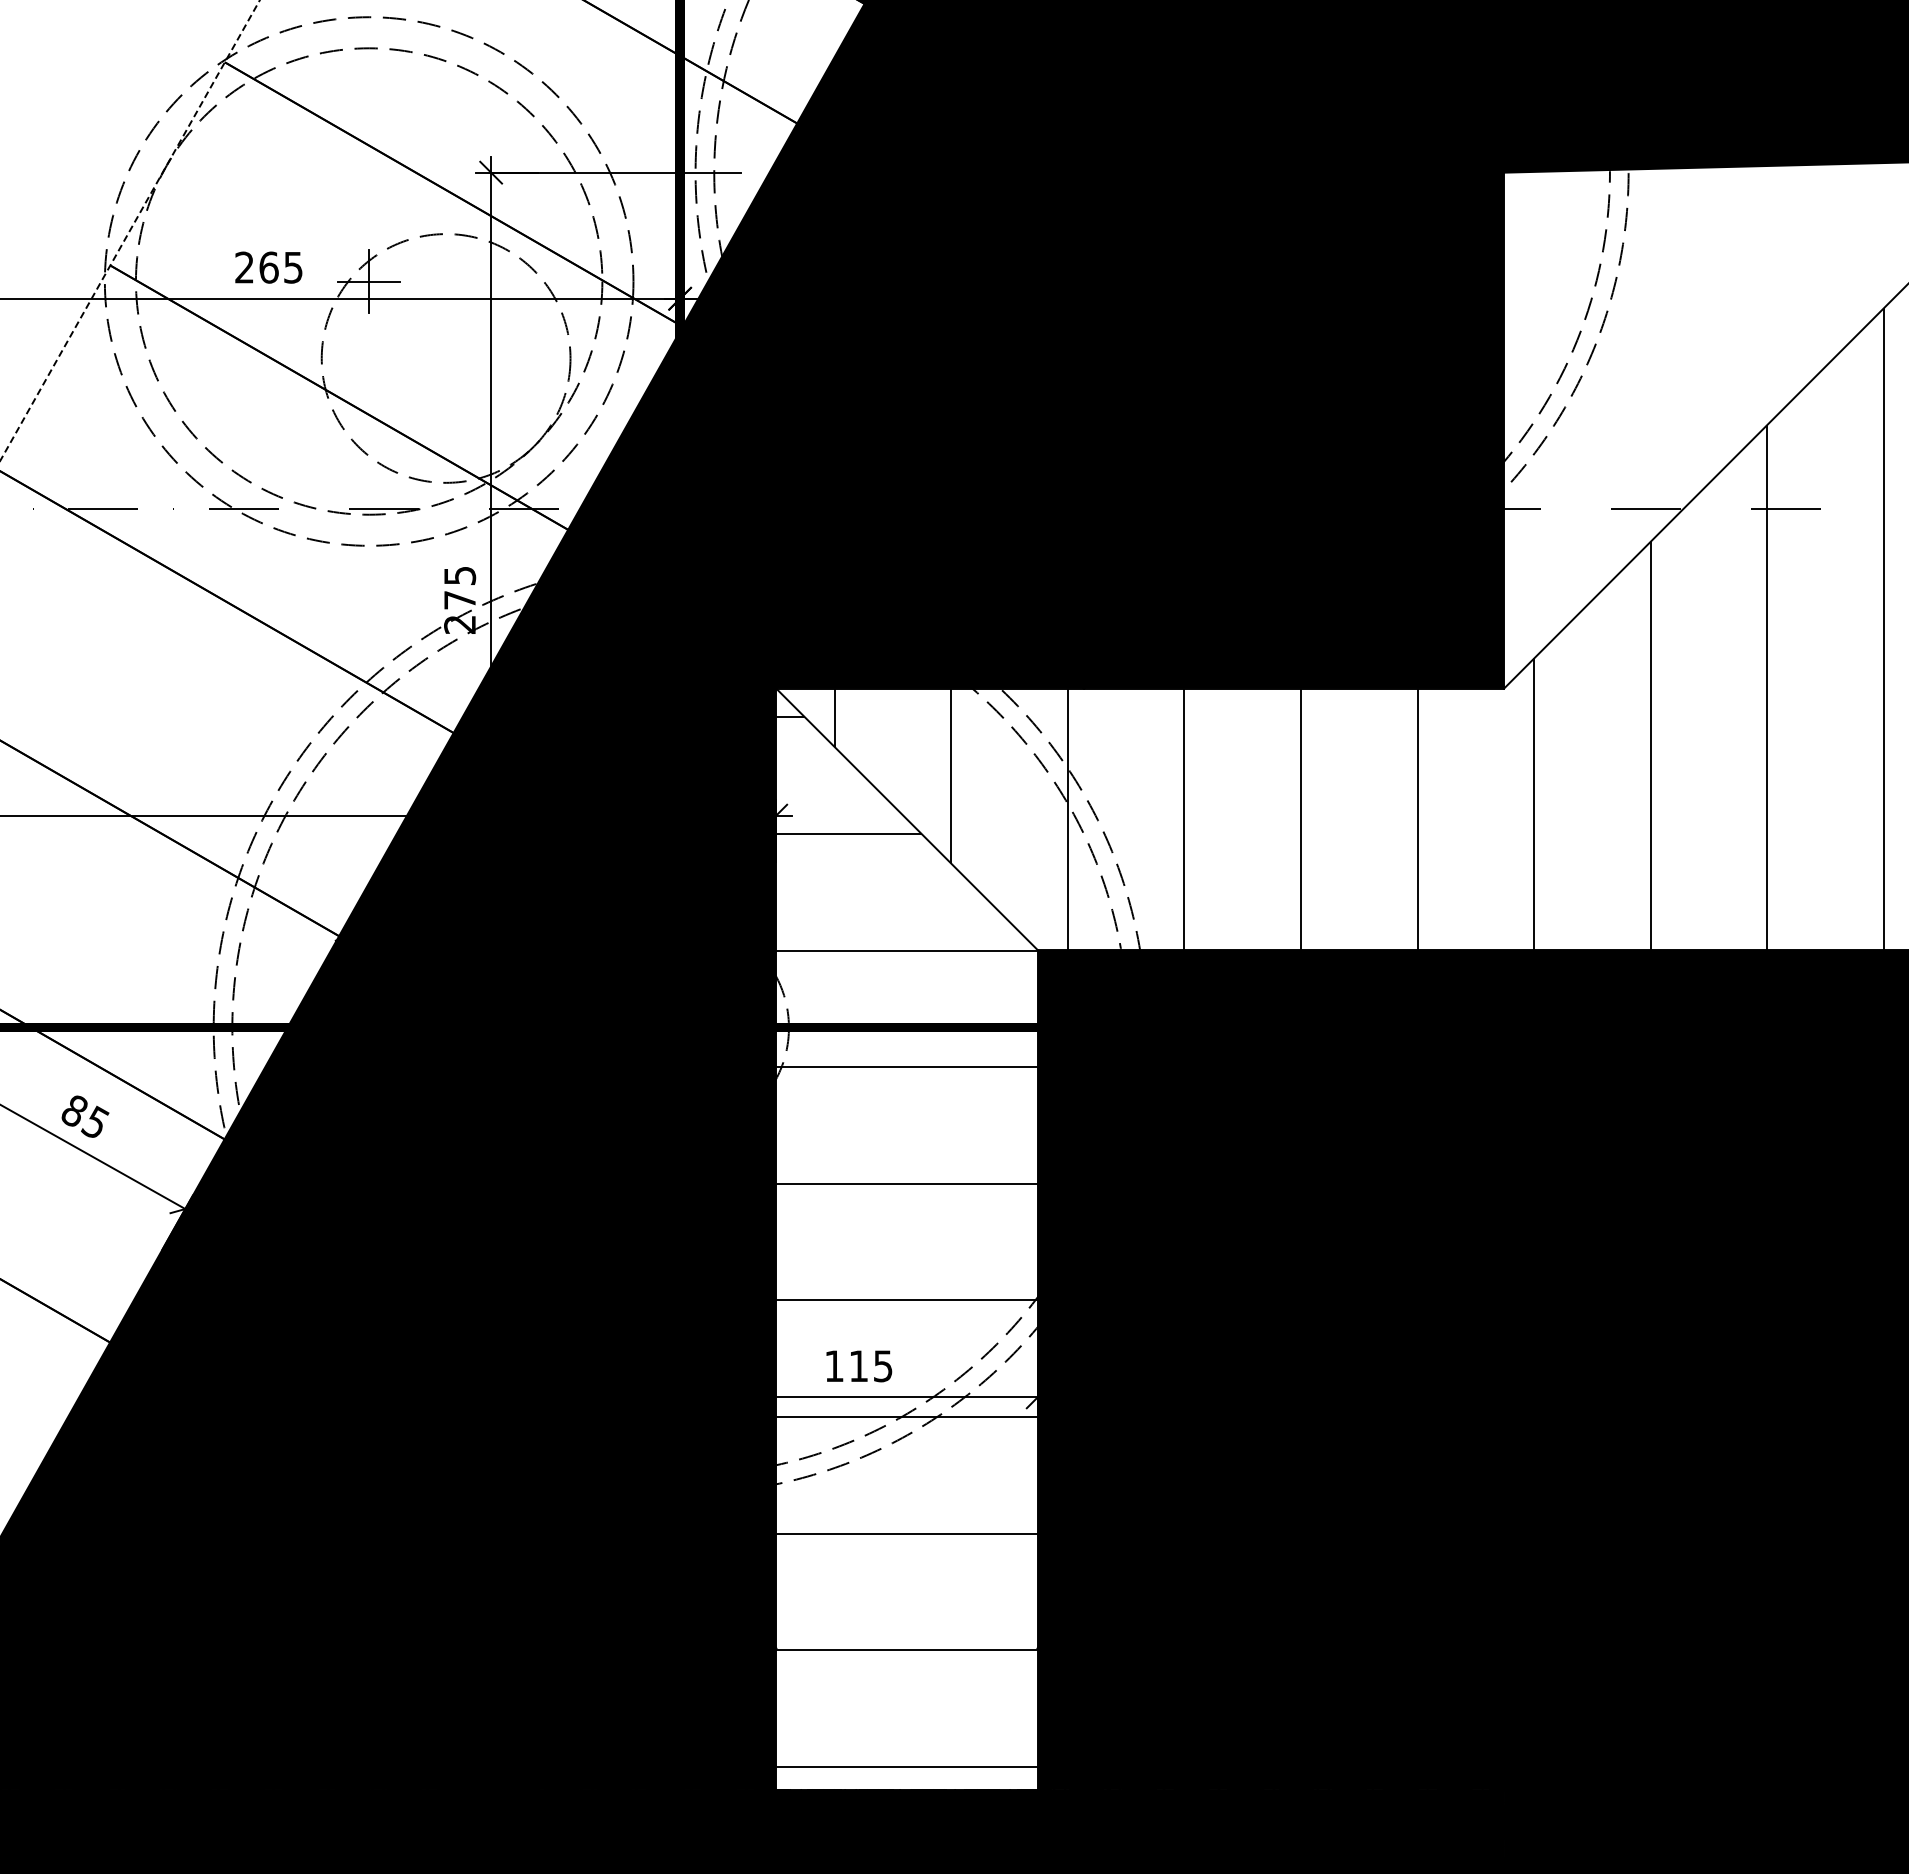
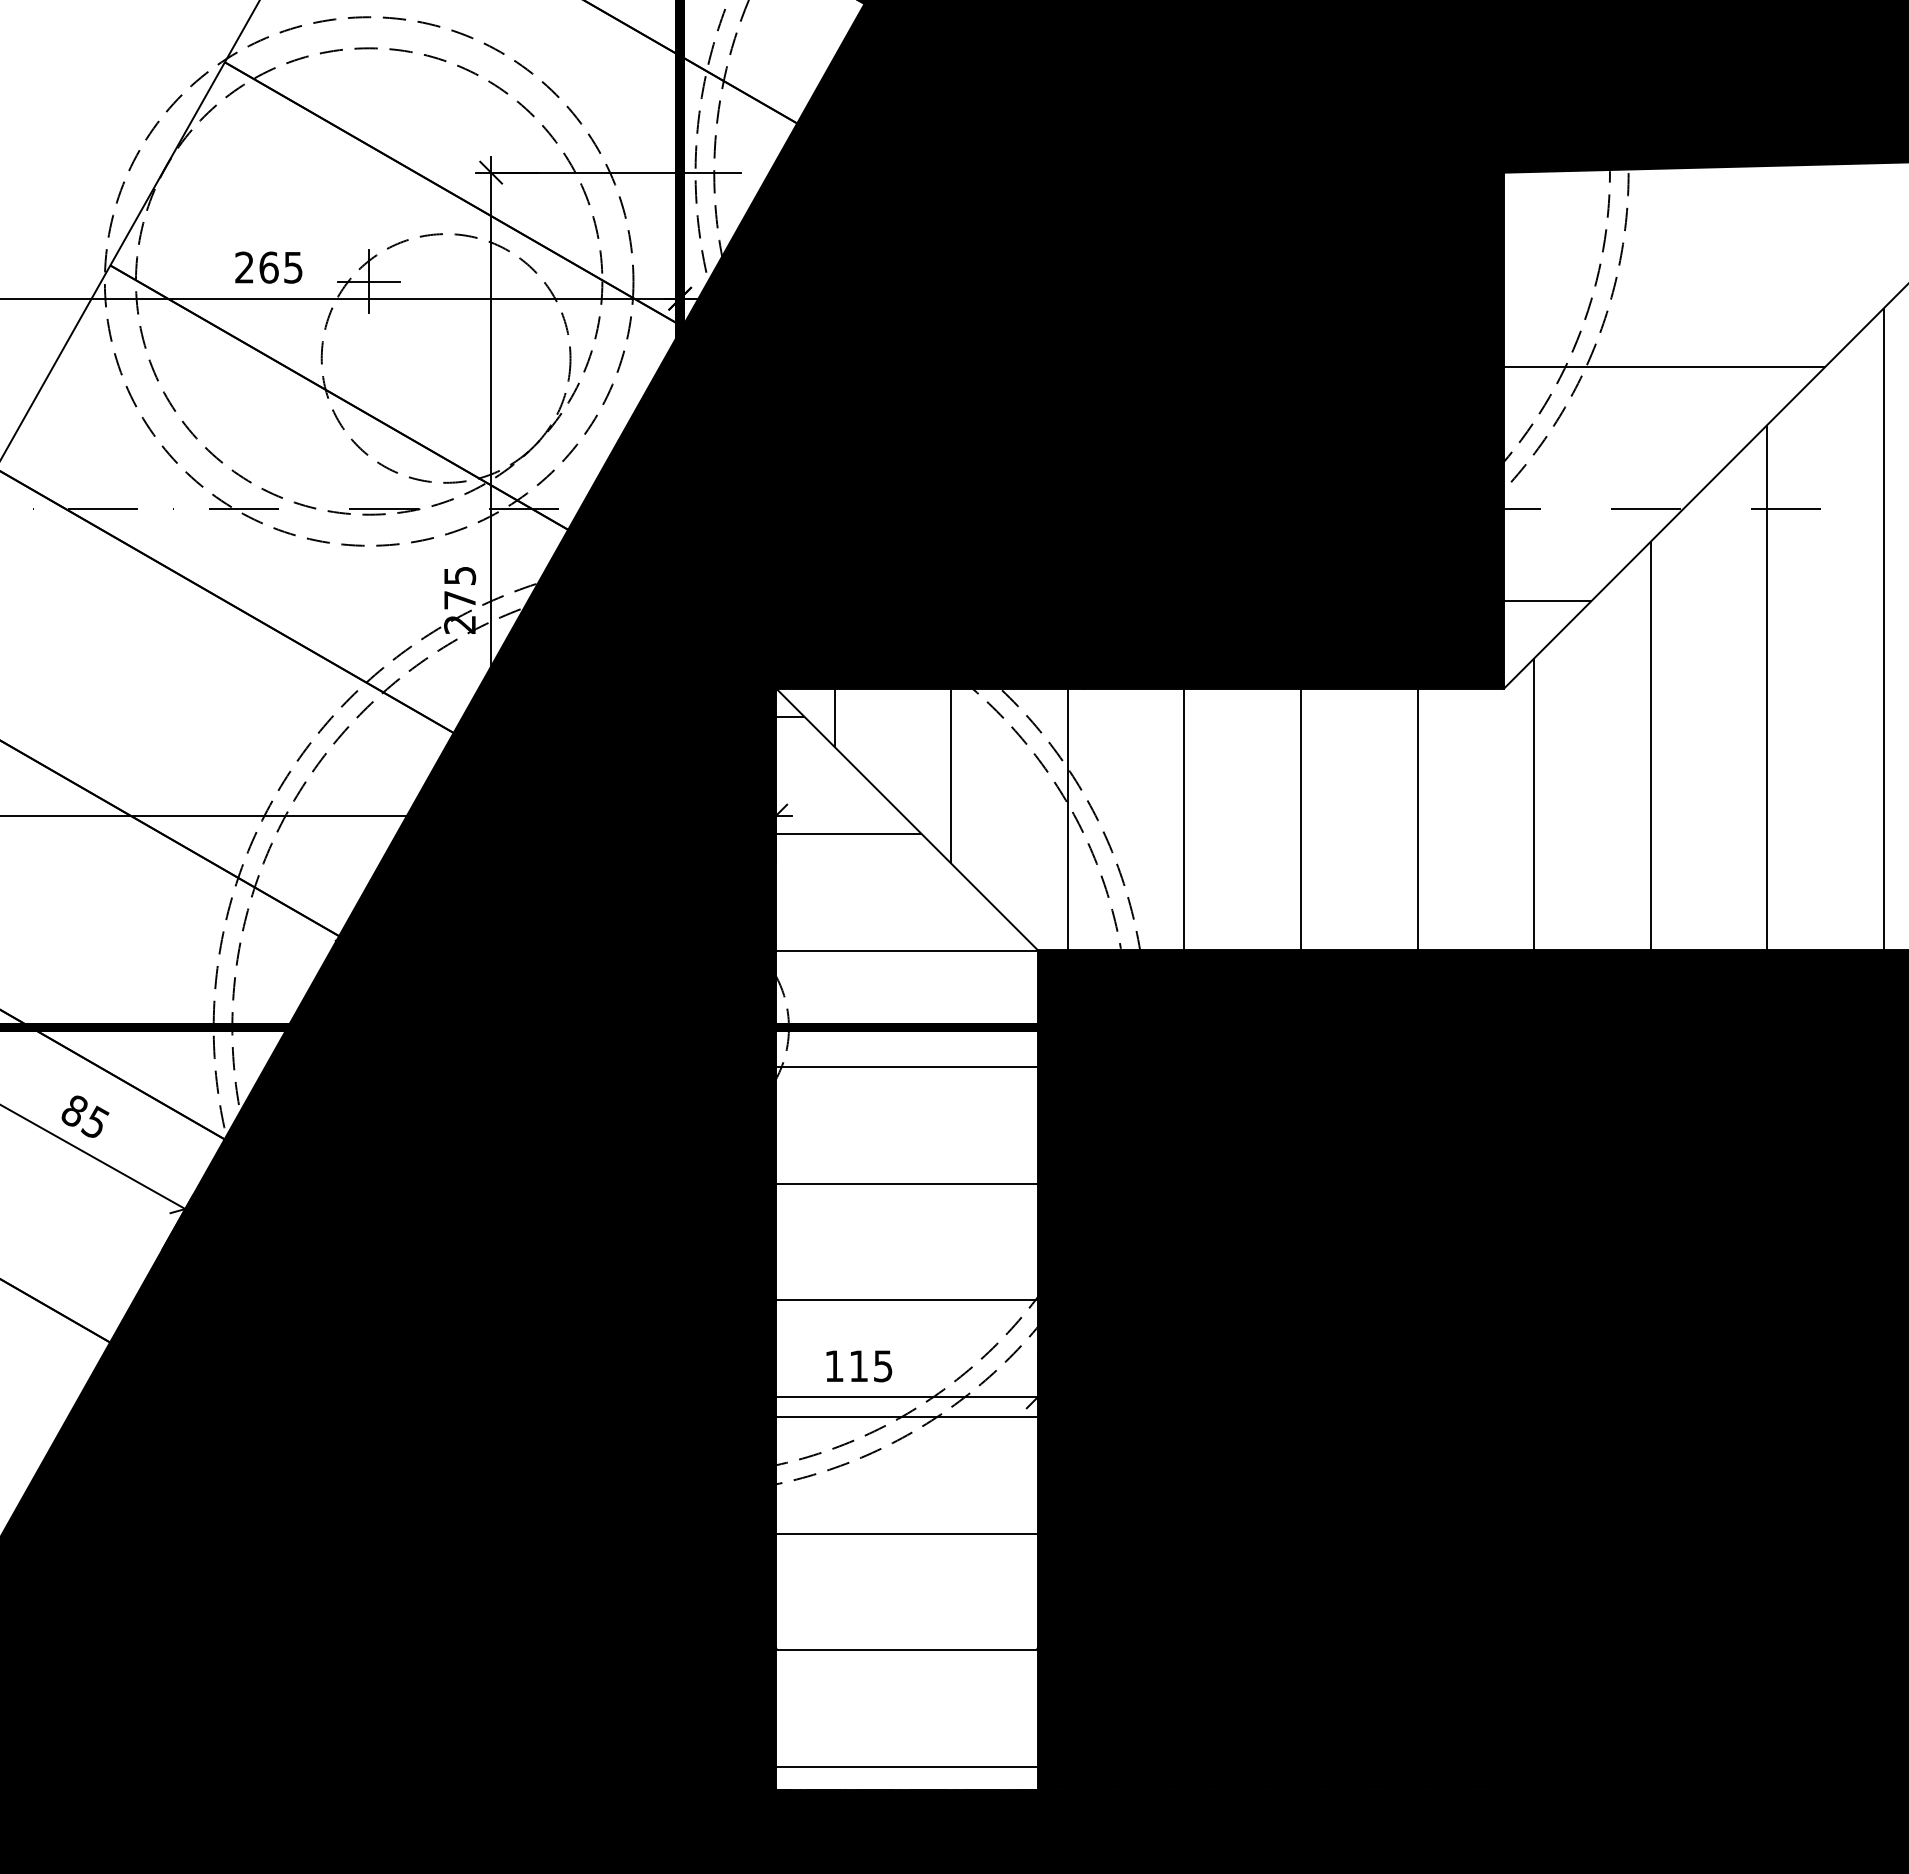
line at (130, 230): dashed -> solid
hatch at (1664, 483): none -> present
